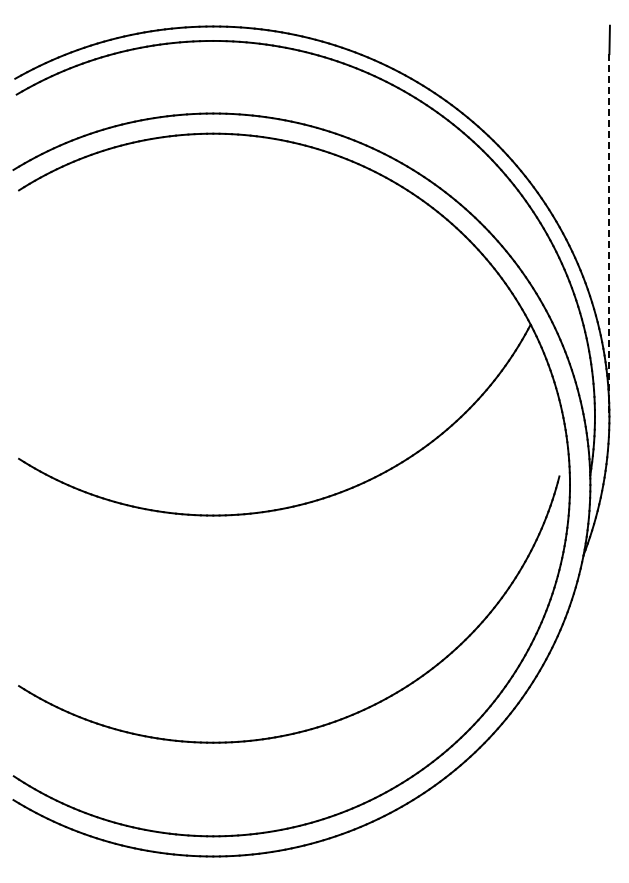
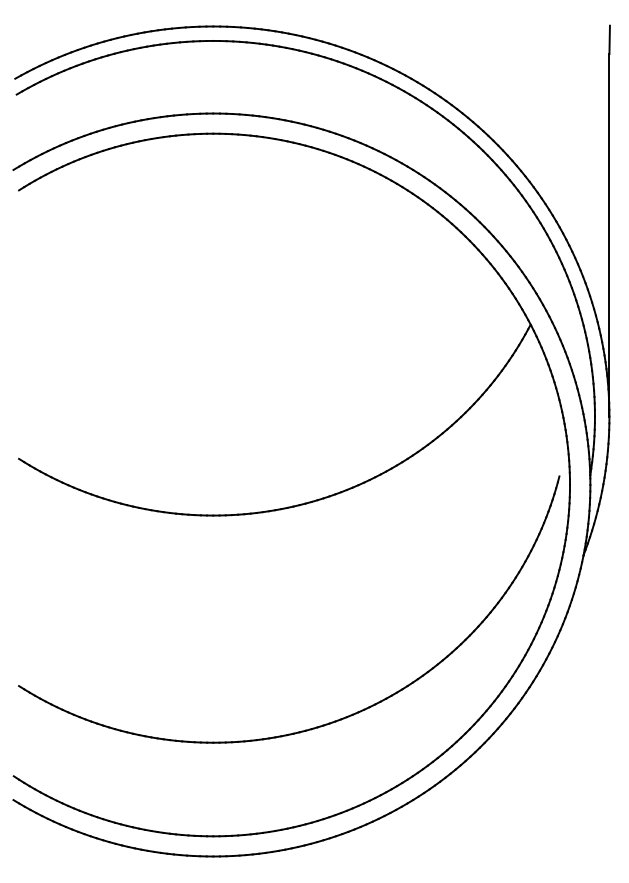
line at (609, 235): dashed -> solid
